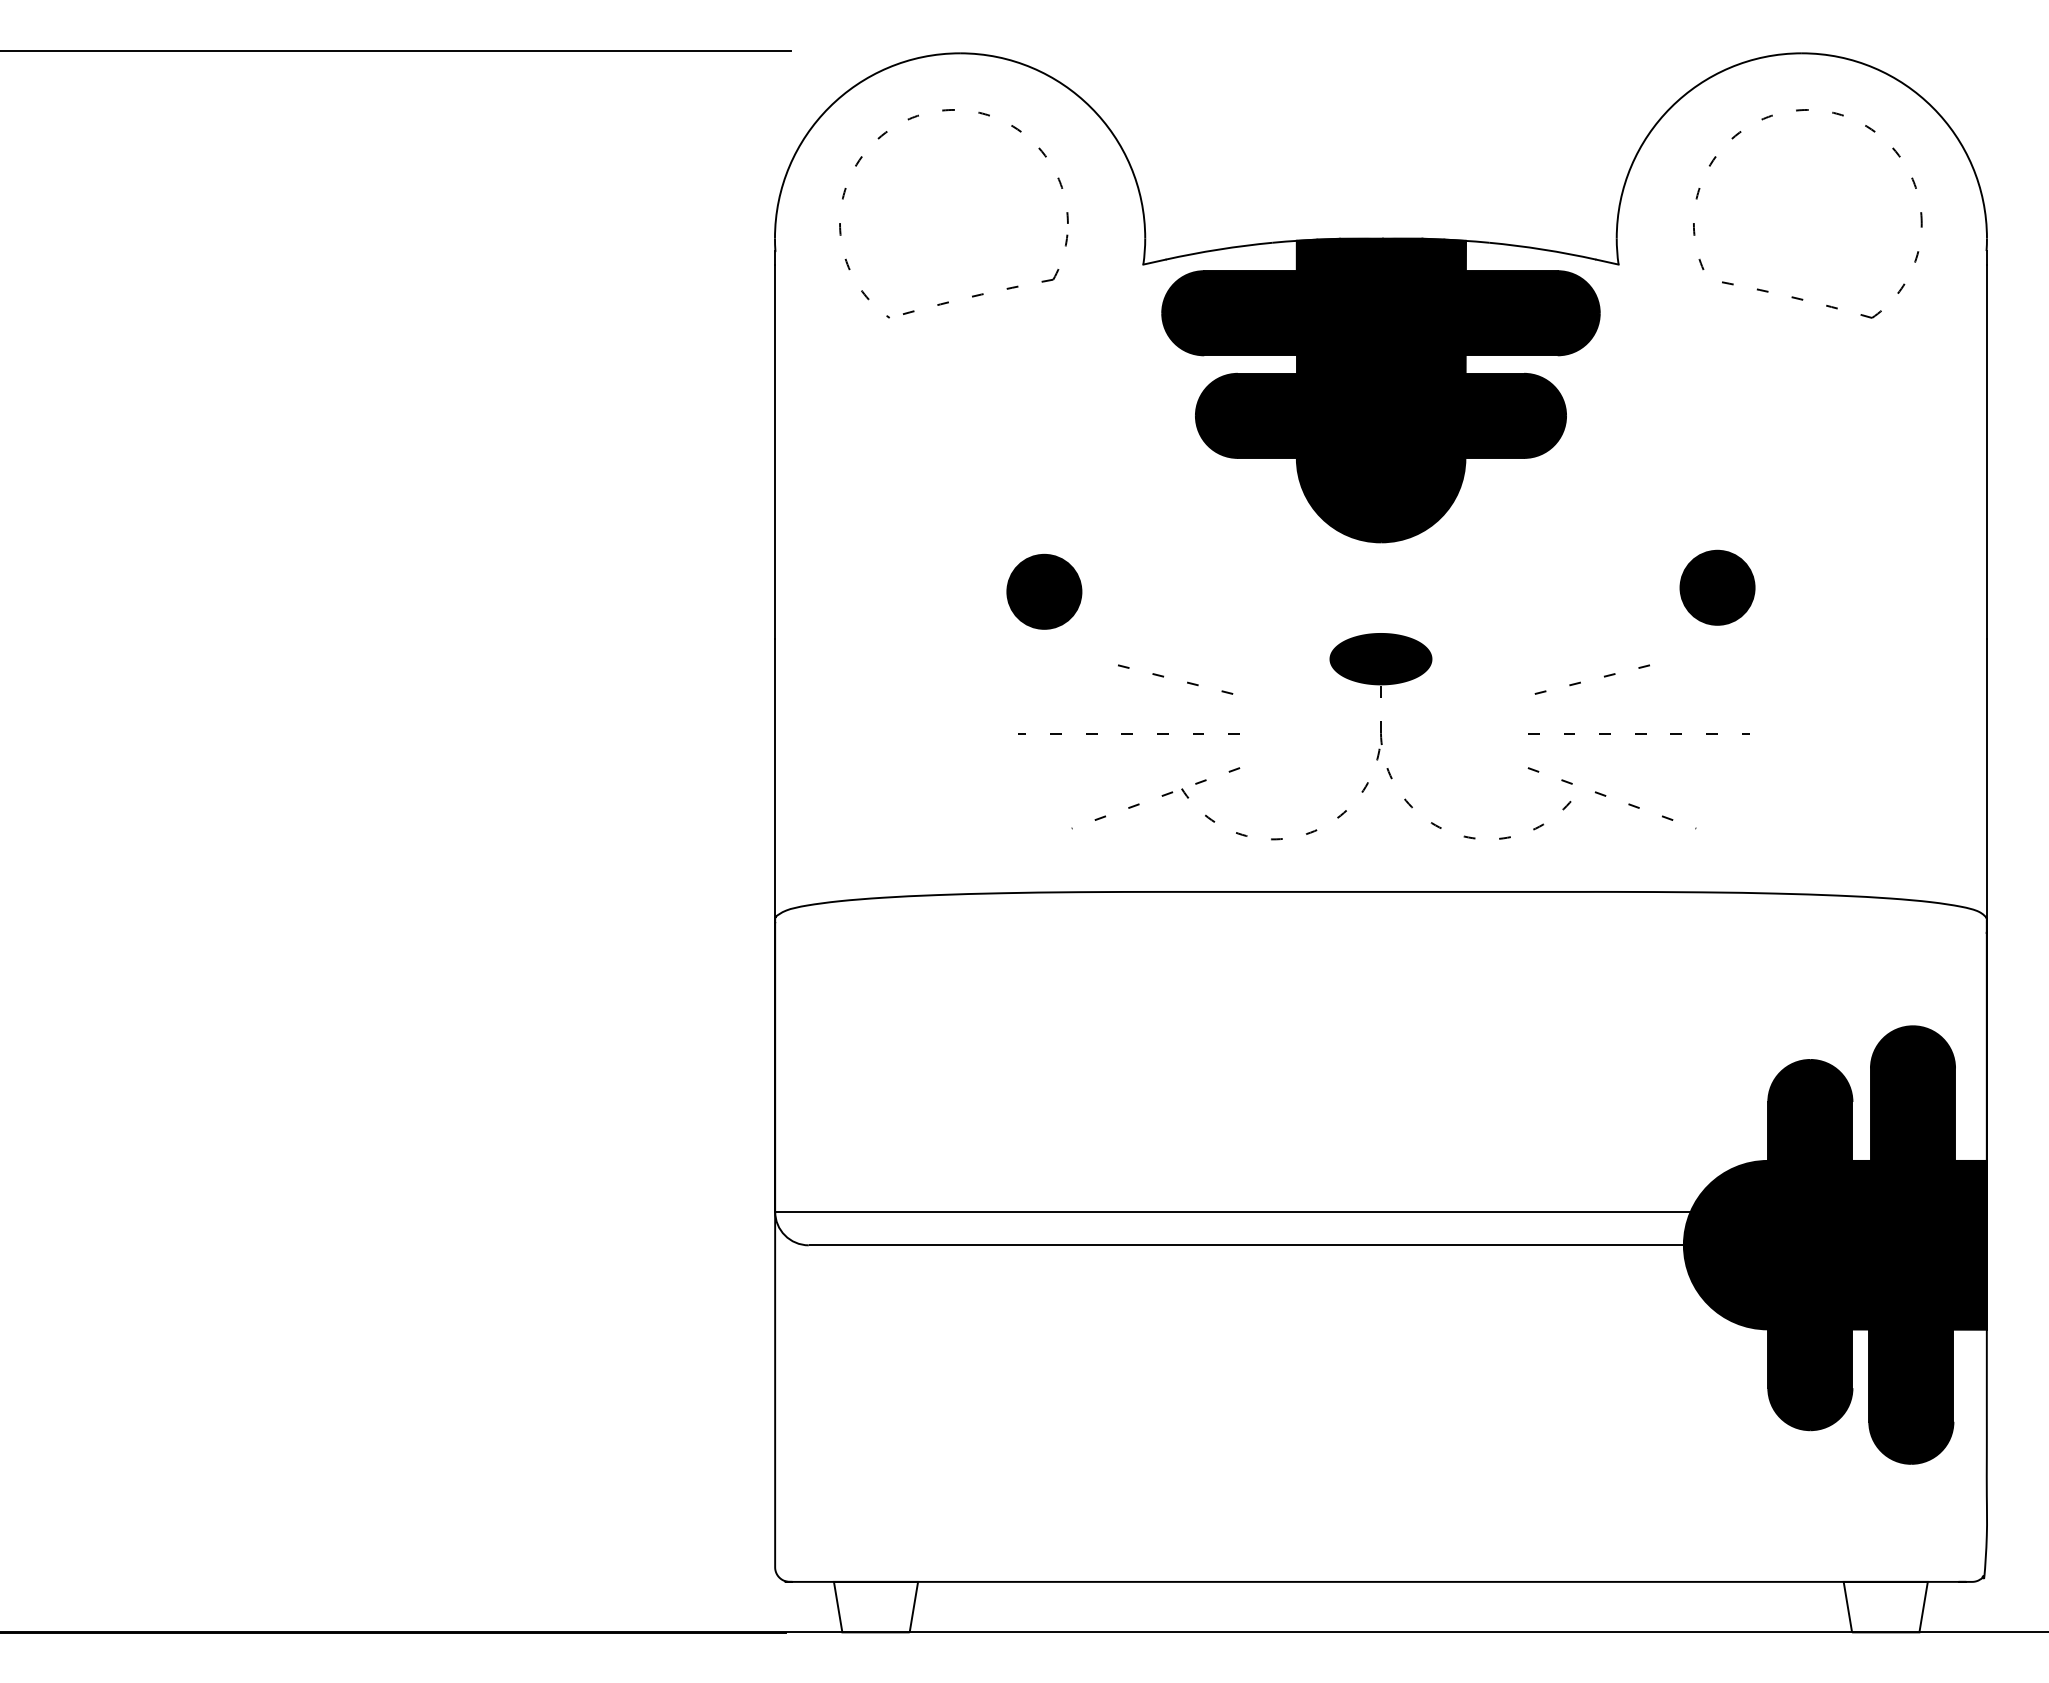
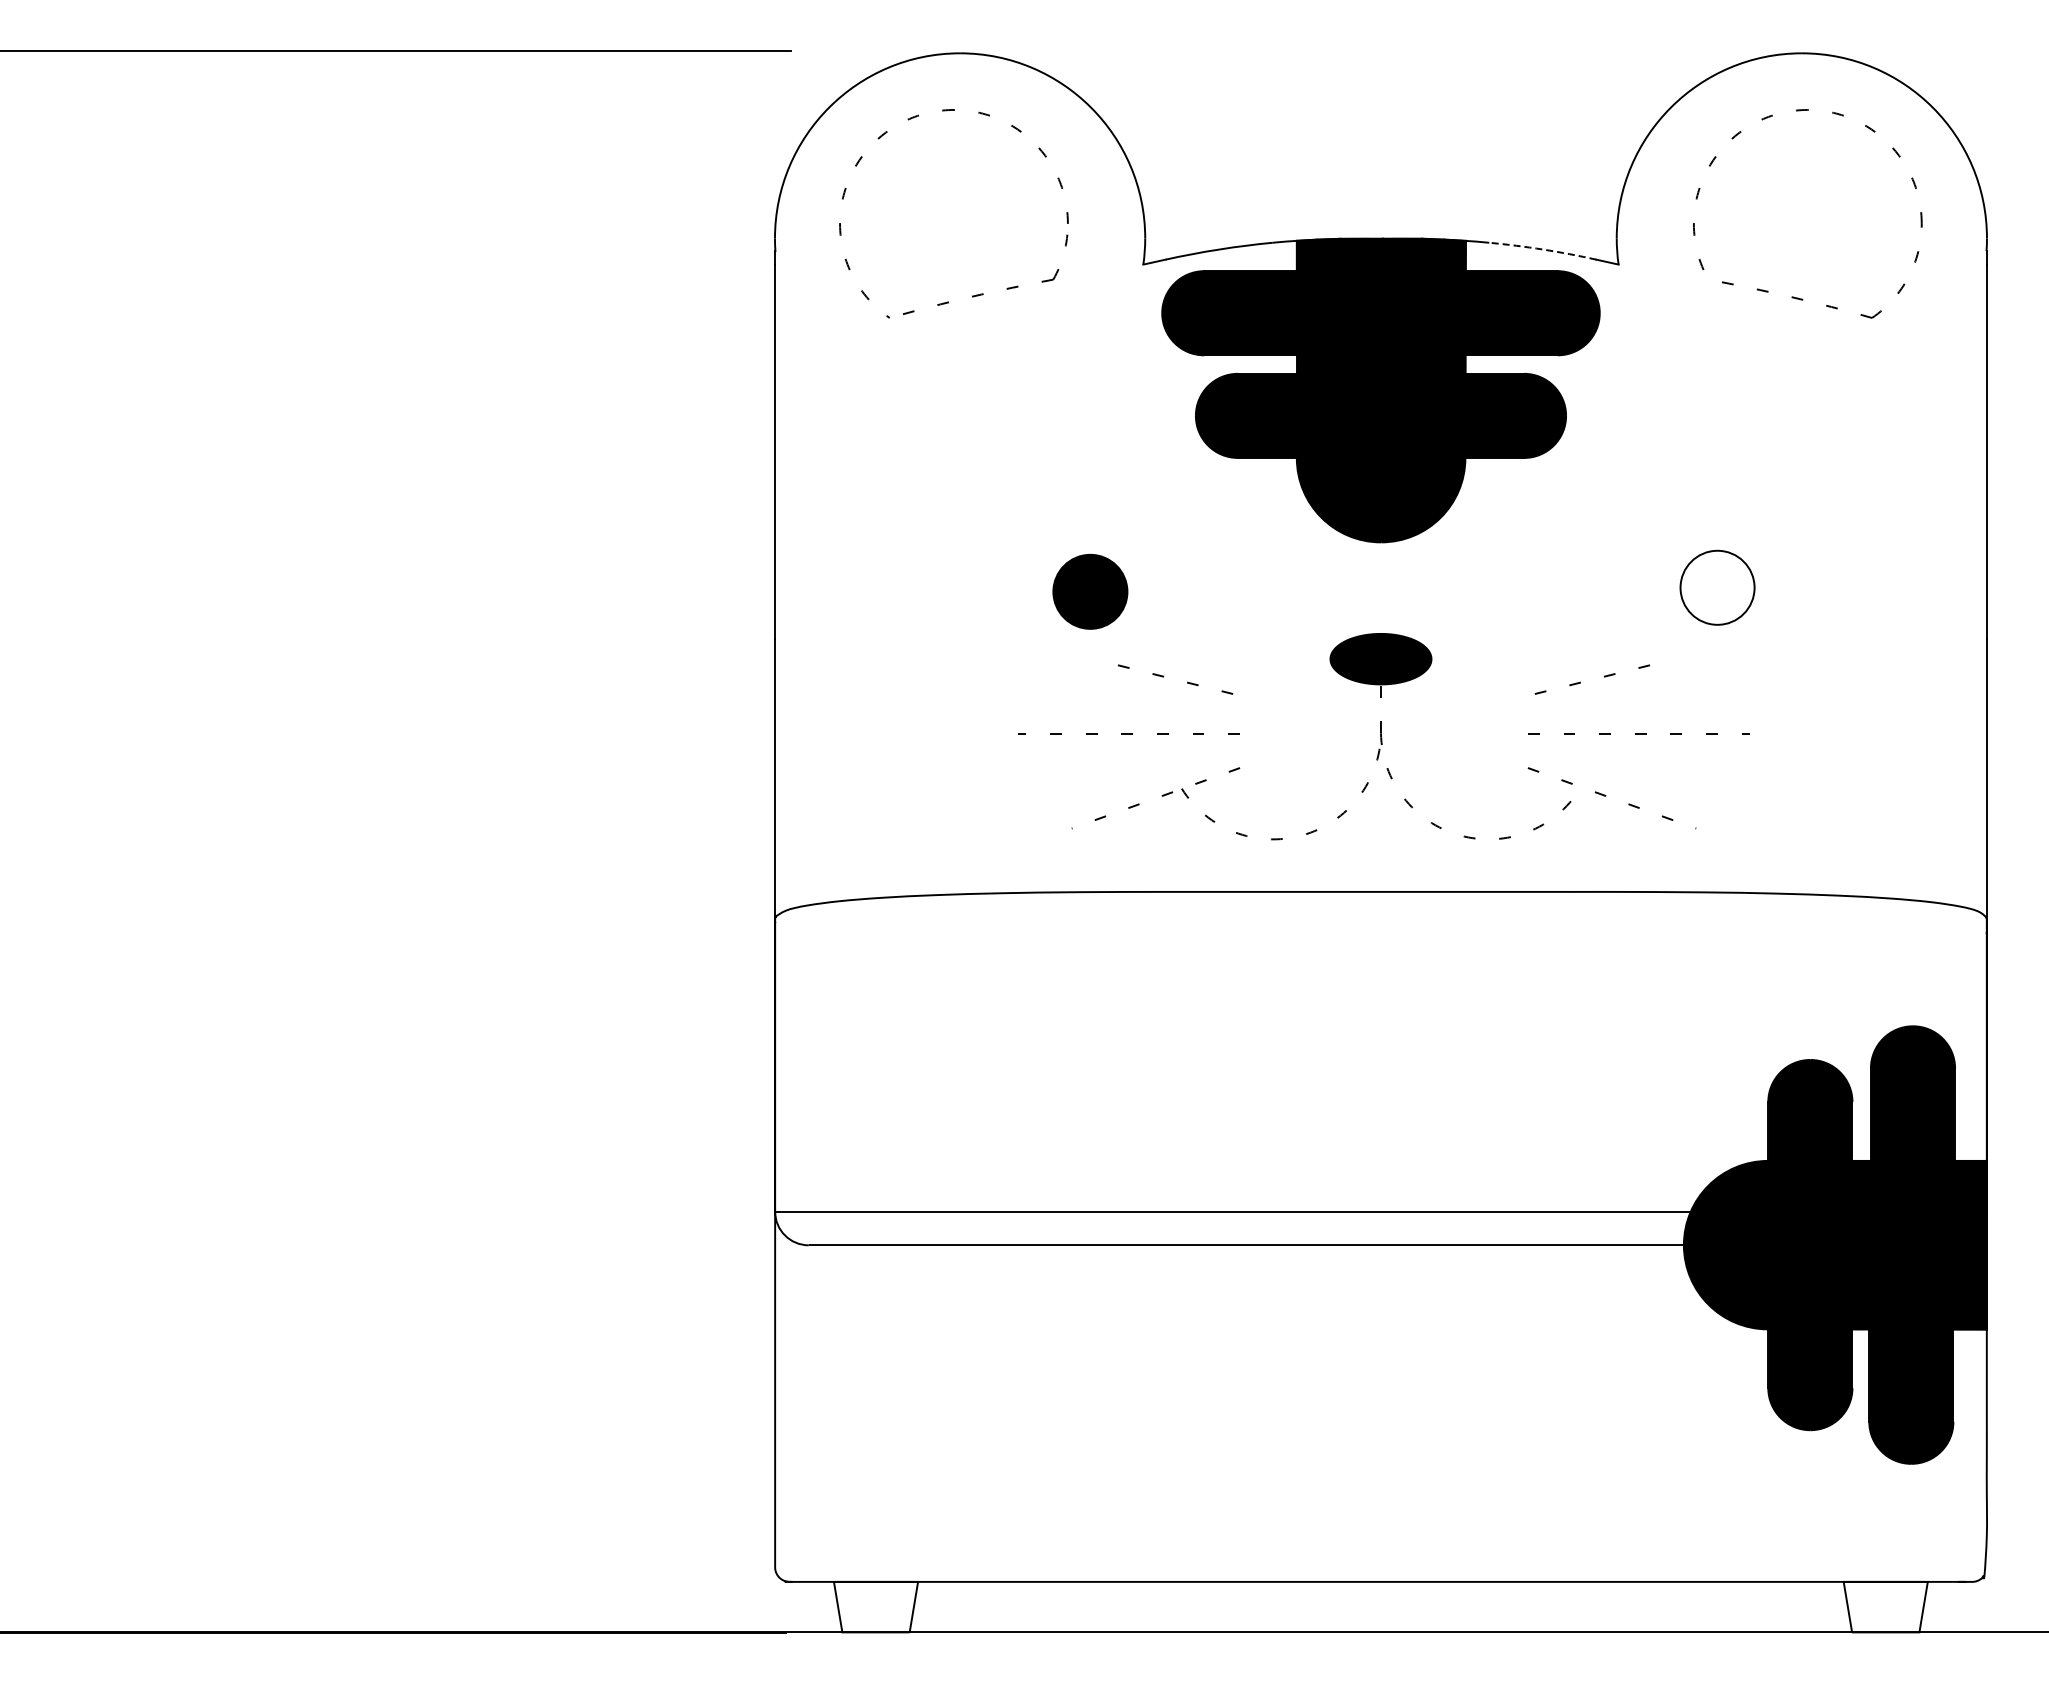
arc at (1543, 249): solid -> dashed
fill at (1717, 587): present -> none
part at (1044, 591) position: (1044, 591) -> (1090, 591)
